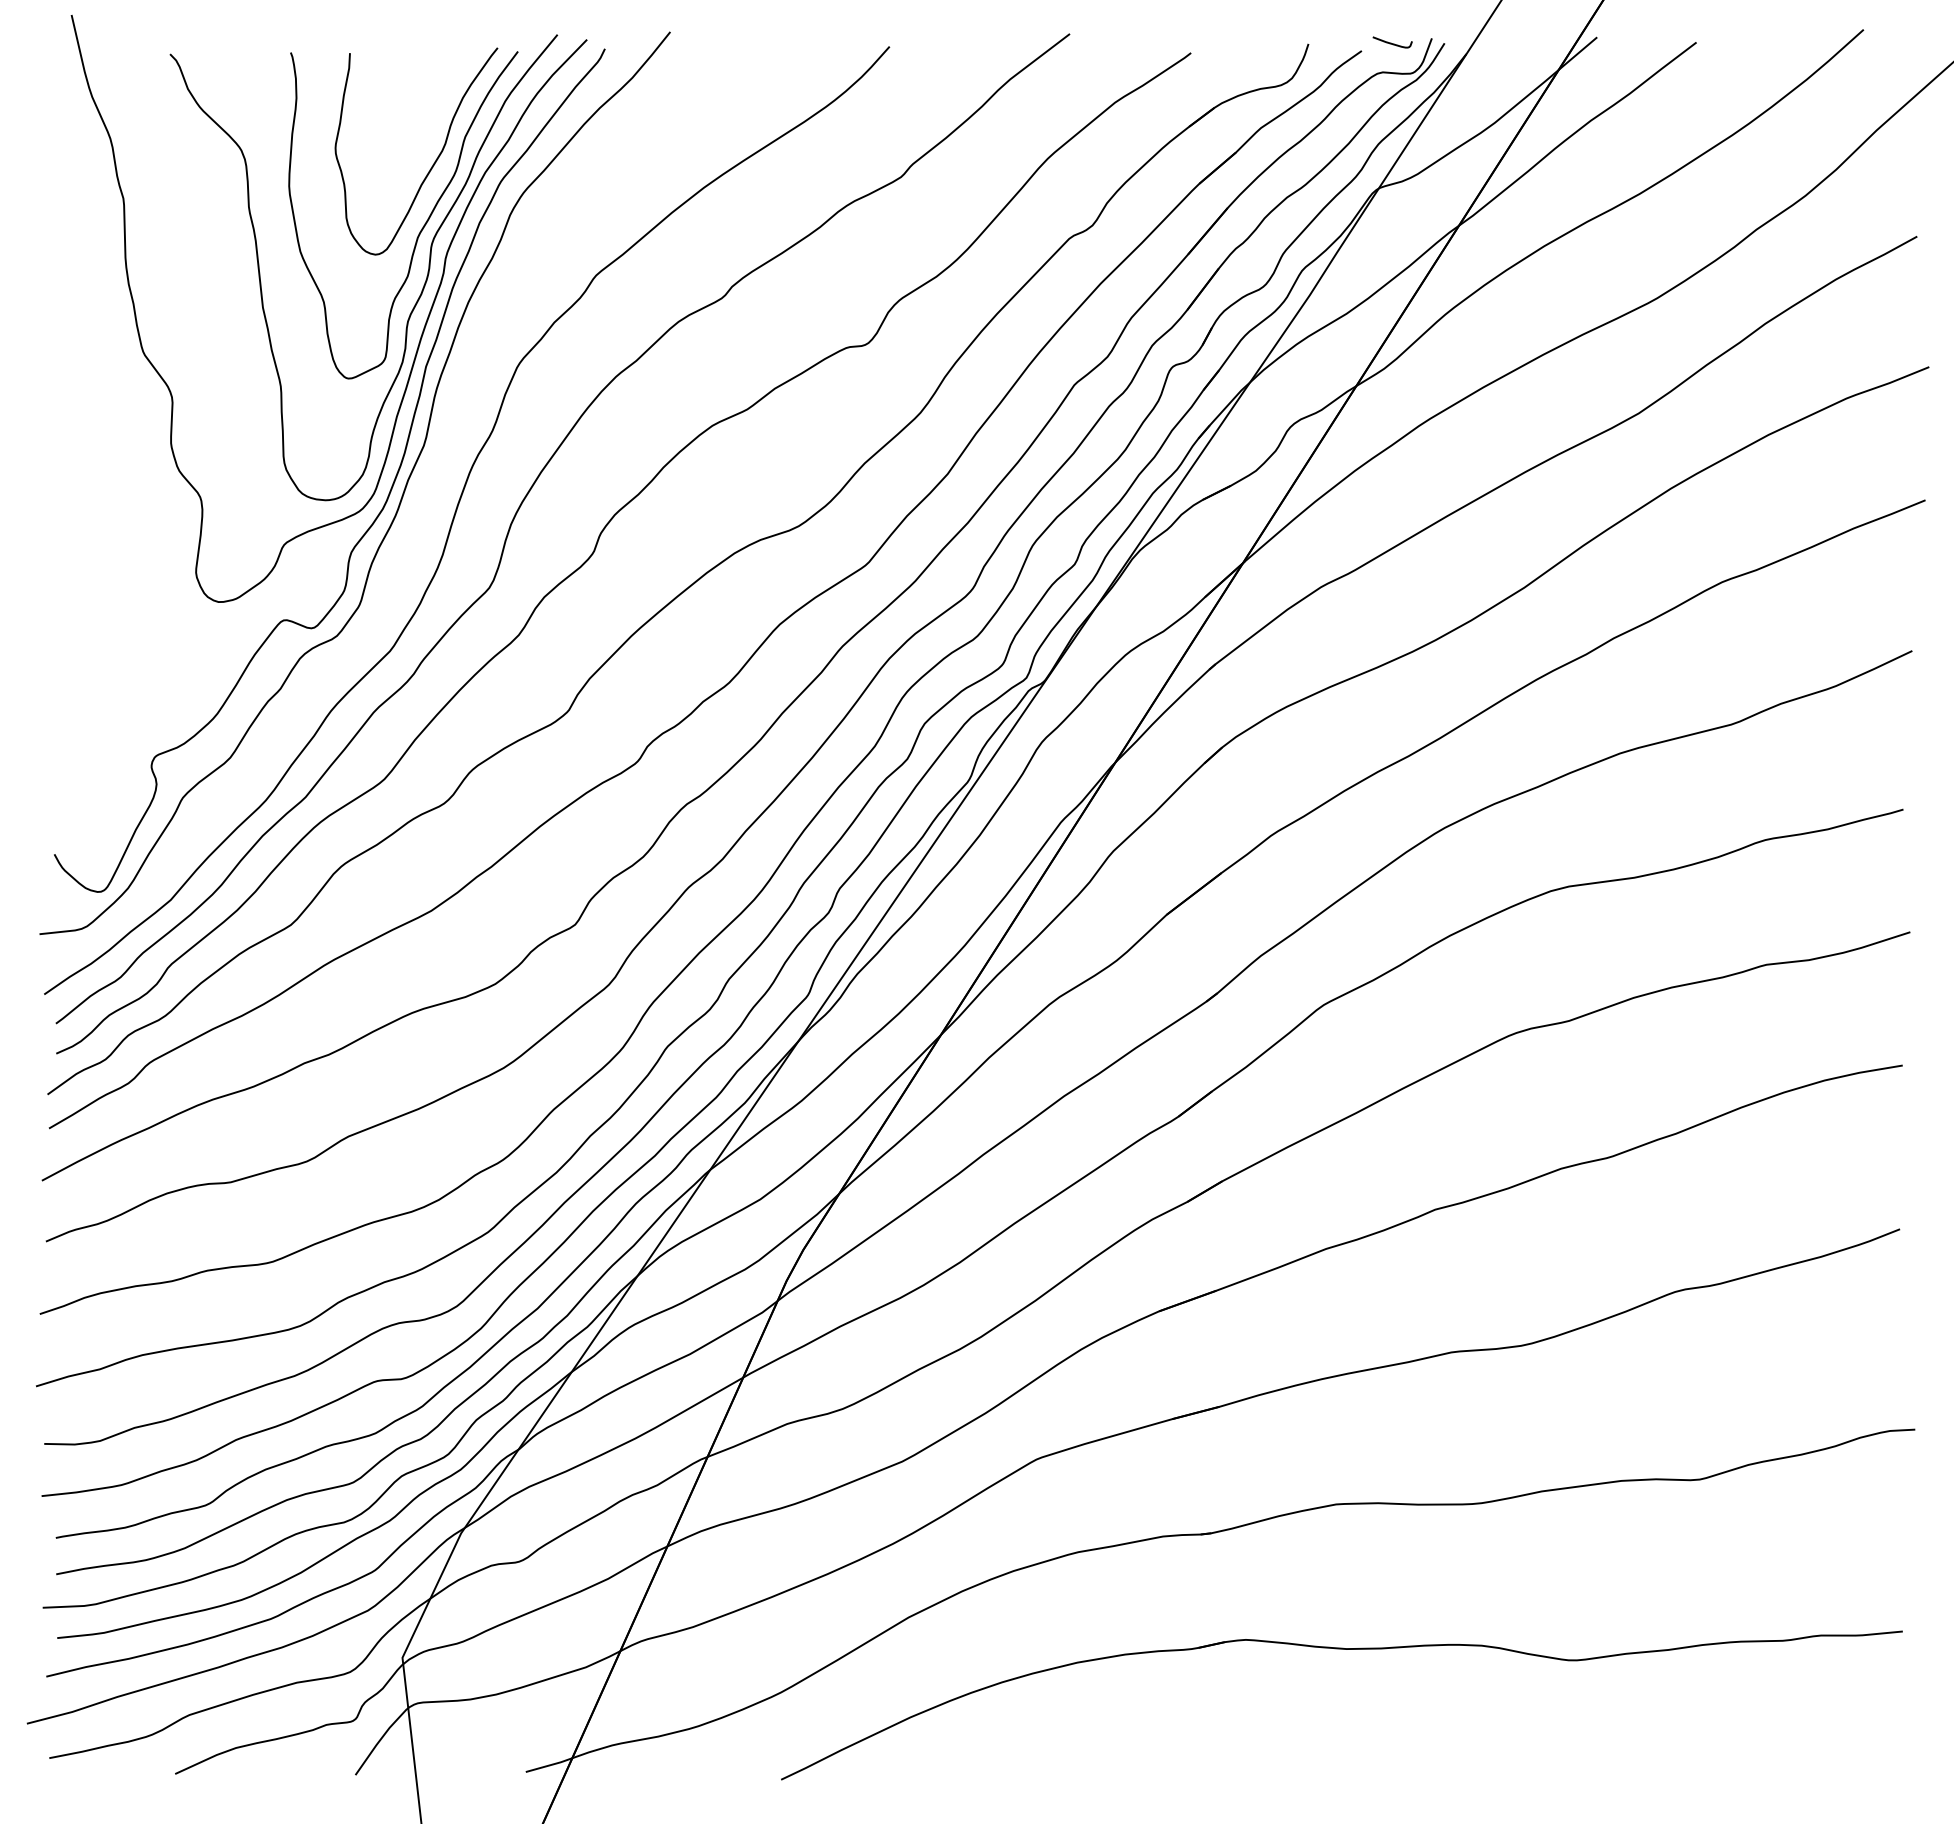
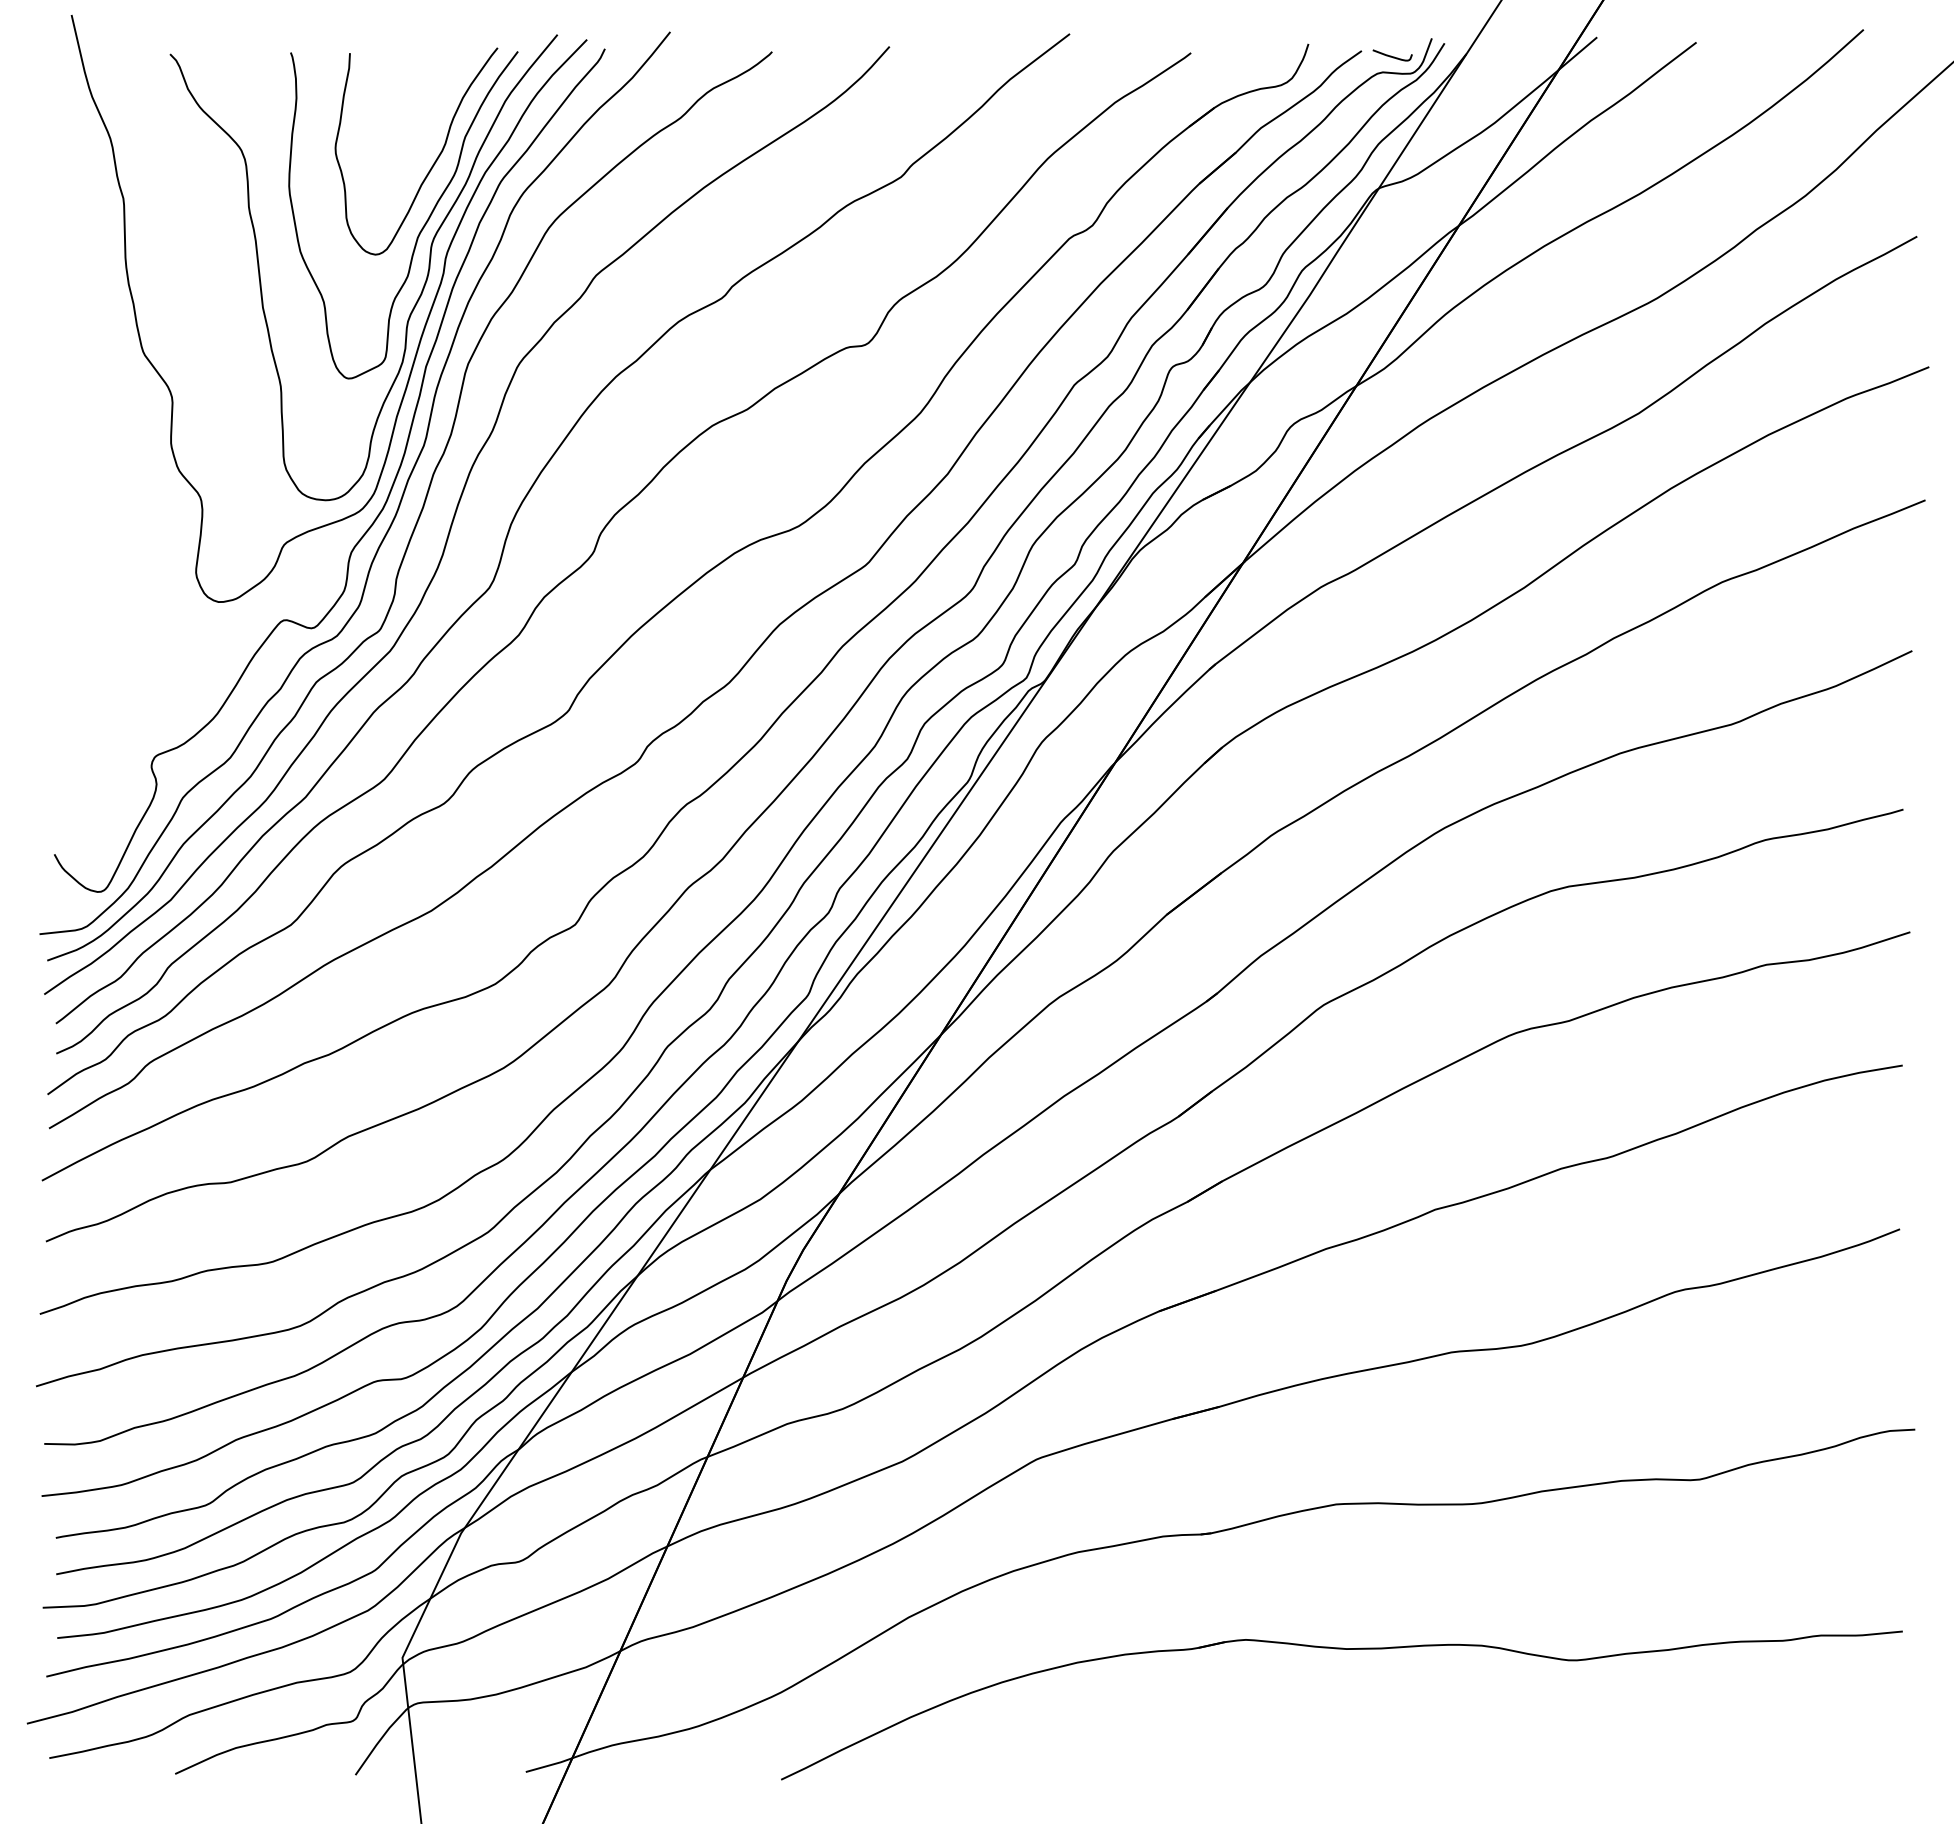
curve at (1391, 42) position: (1391, 42) -> (1391, 55)
curve at (420, 510): none -> present
